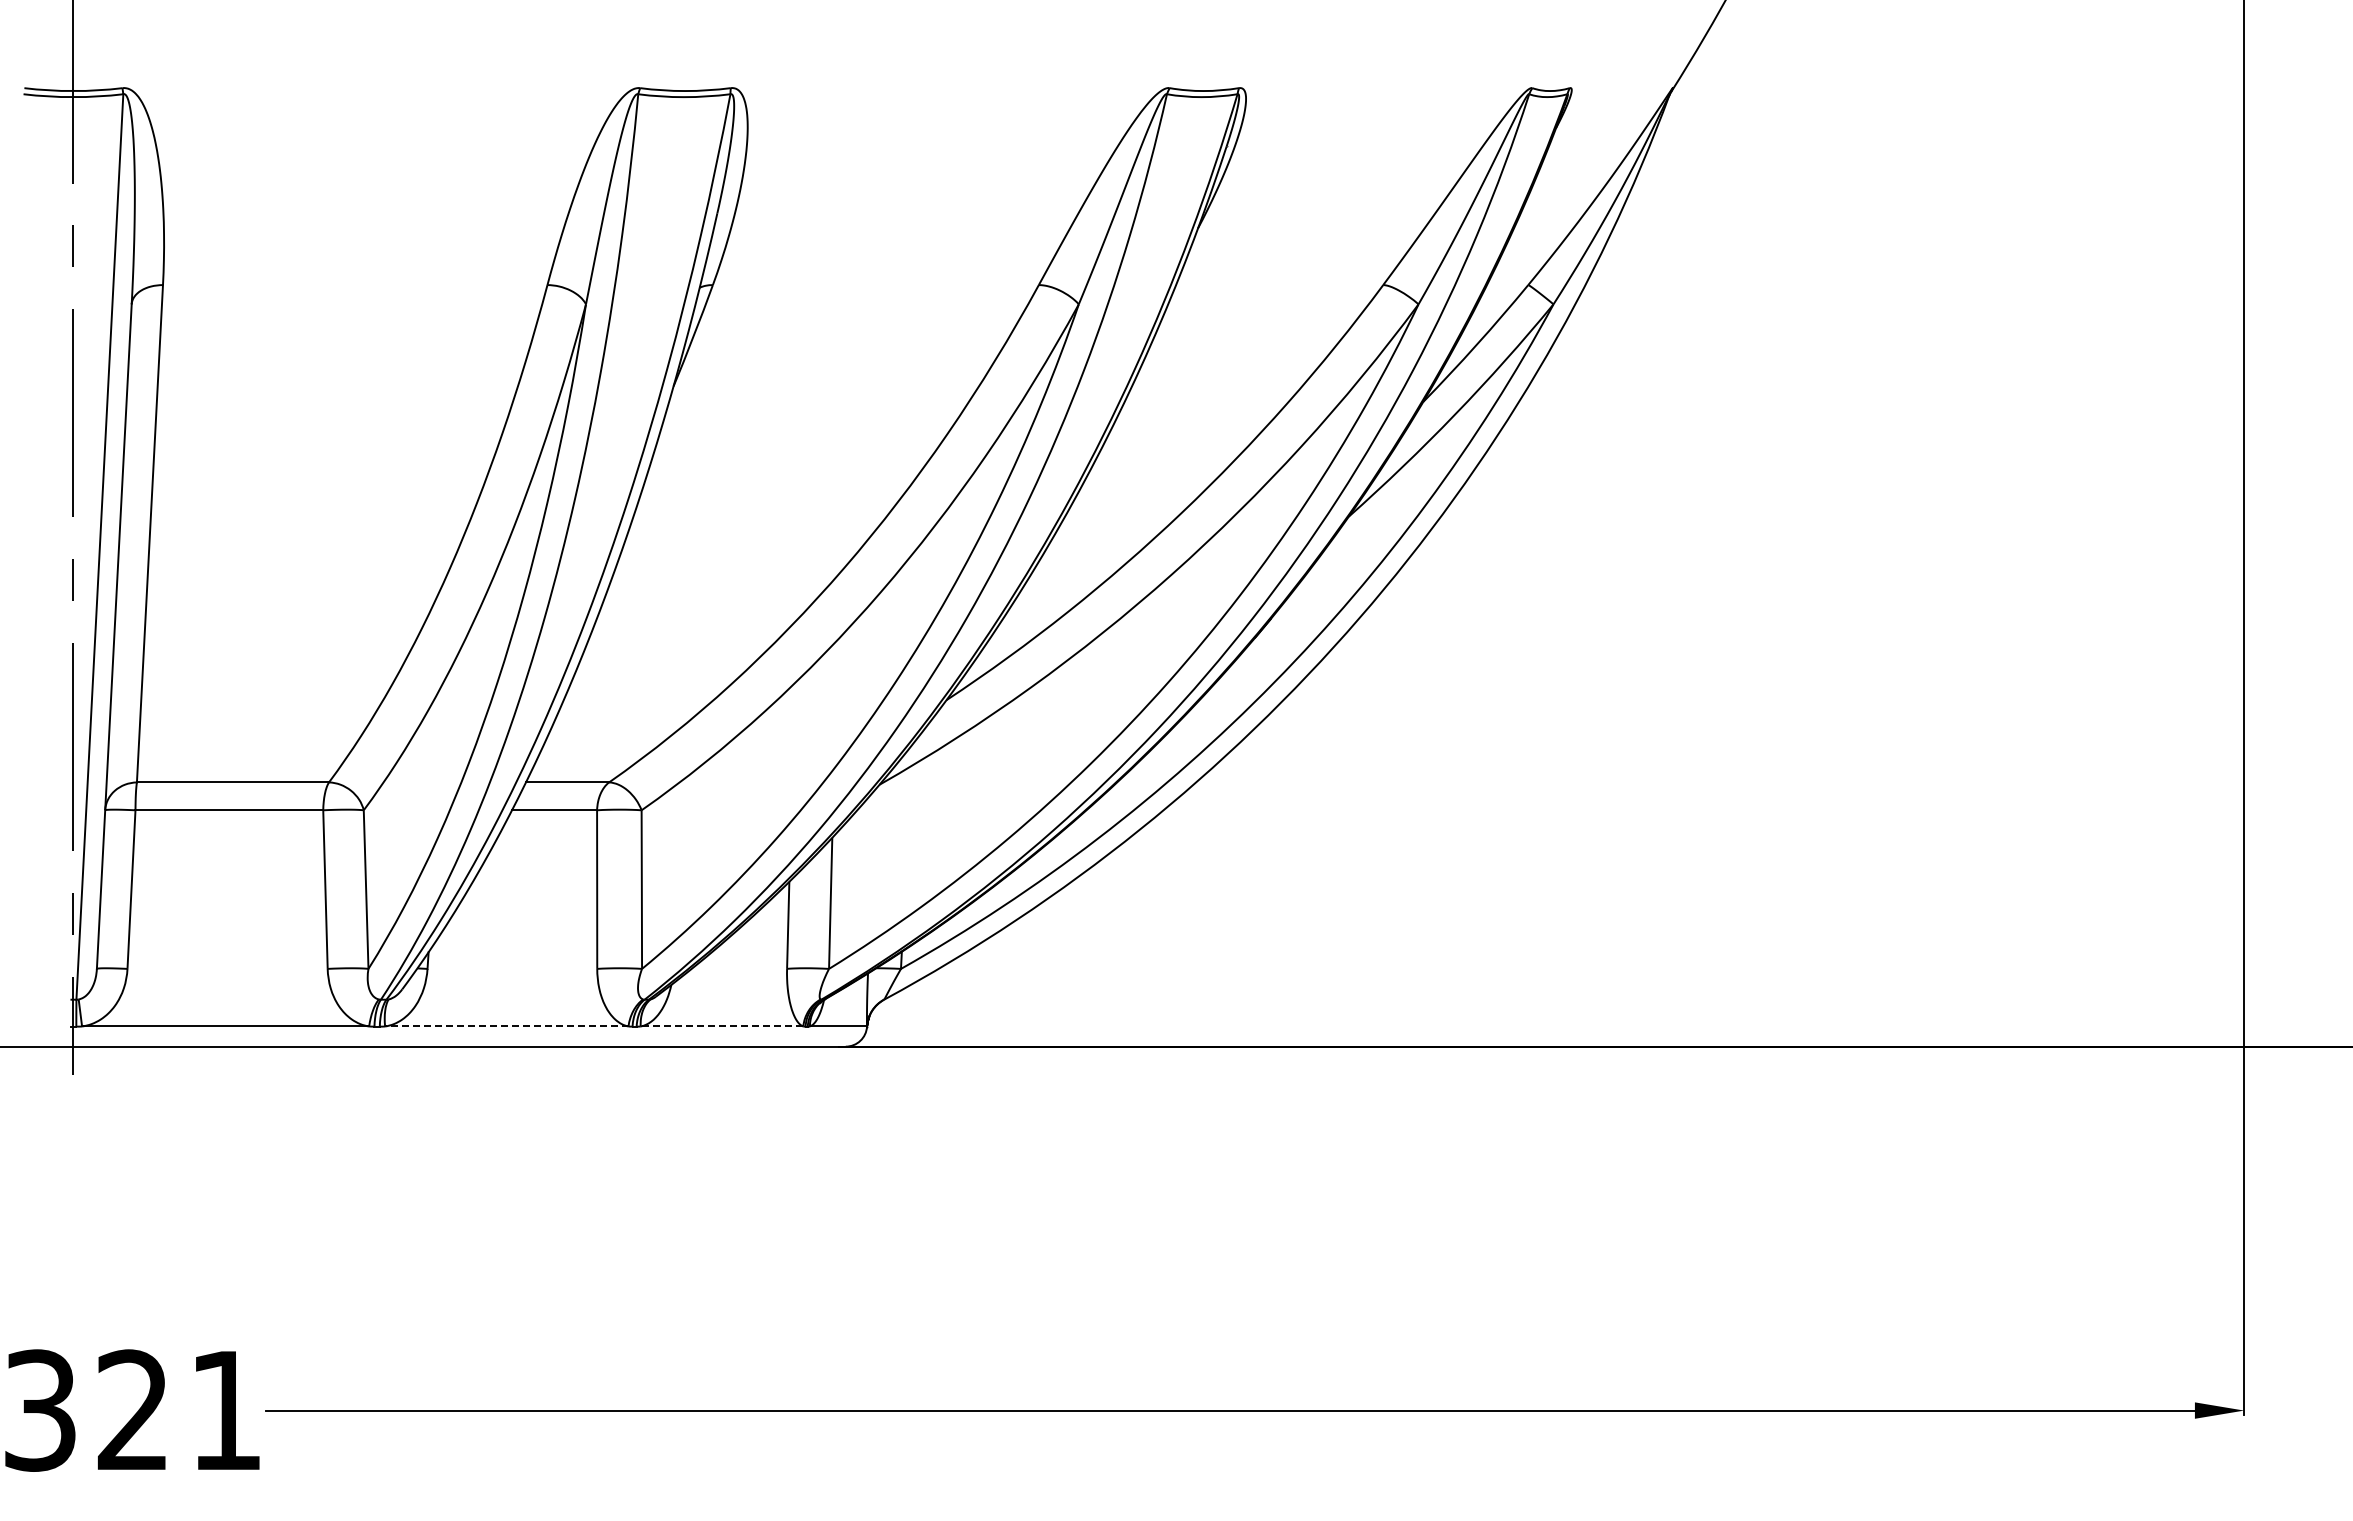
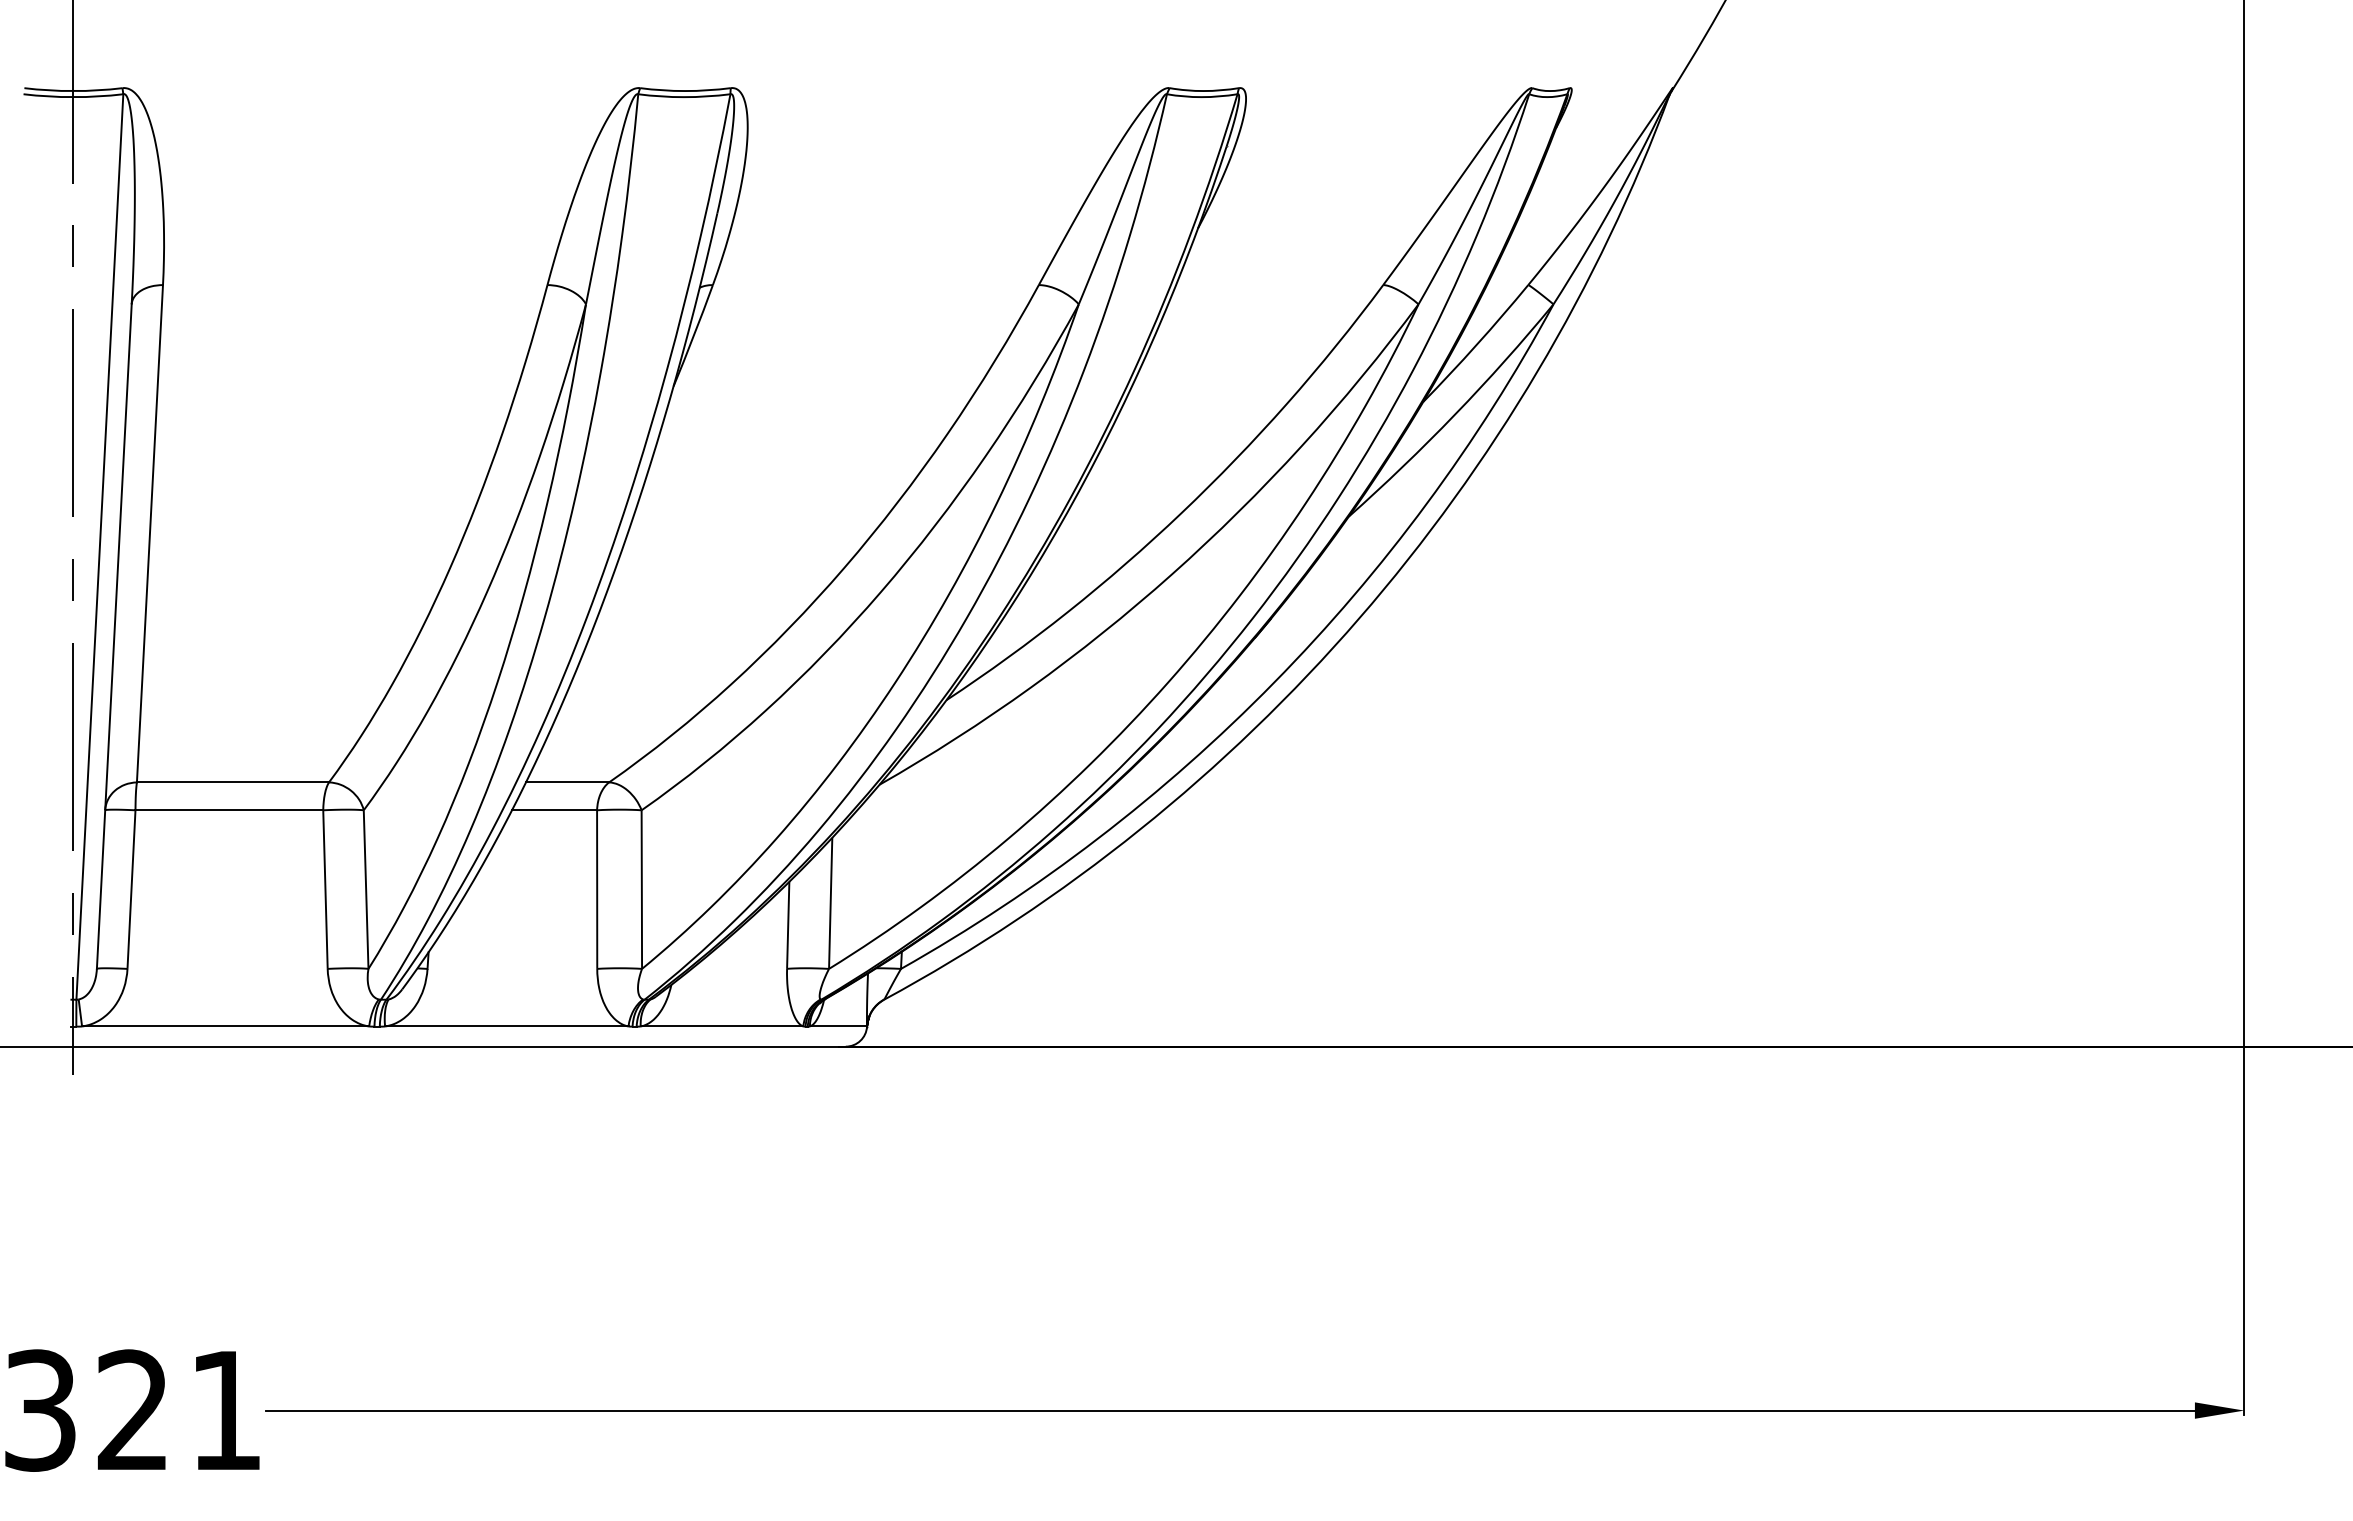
line at (506, 1026): dashed -> solid
line at (721, 1026): dashed -> solid
